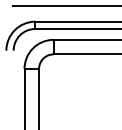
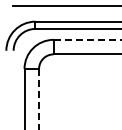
line at (87, 39): solid -> dashed
line at (39, 99): solid -> dashed
